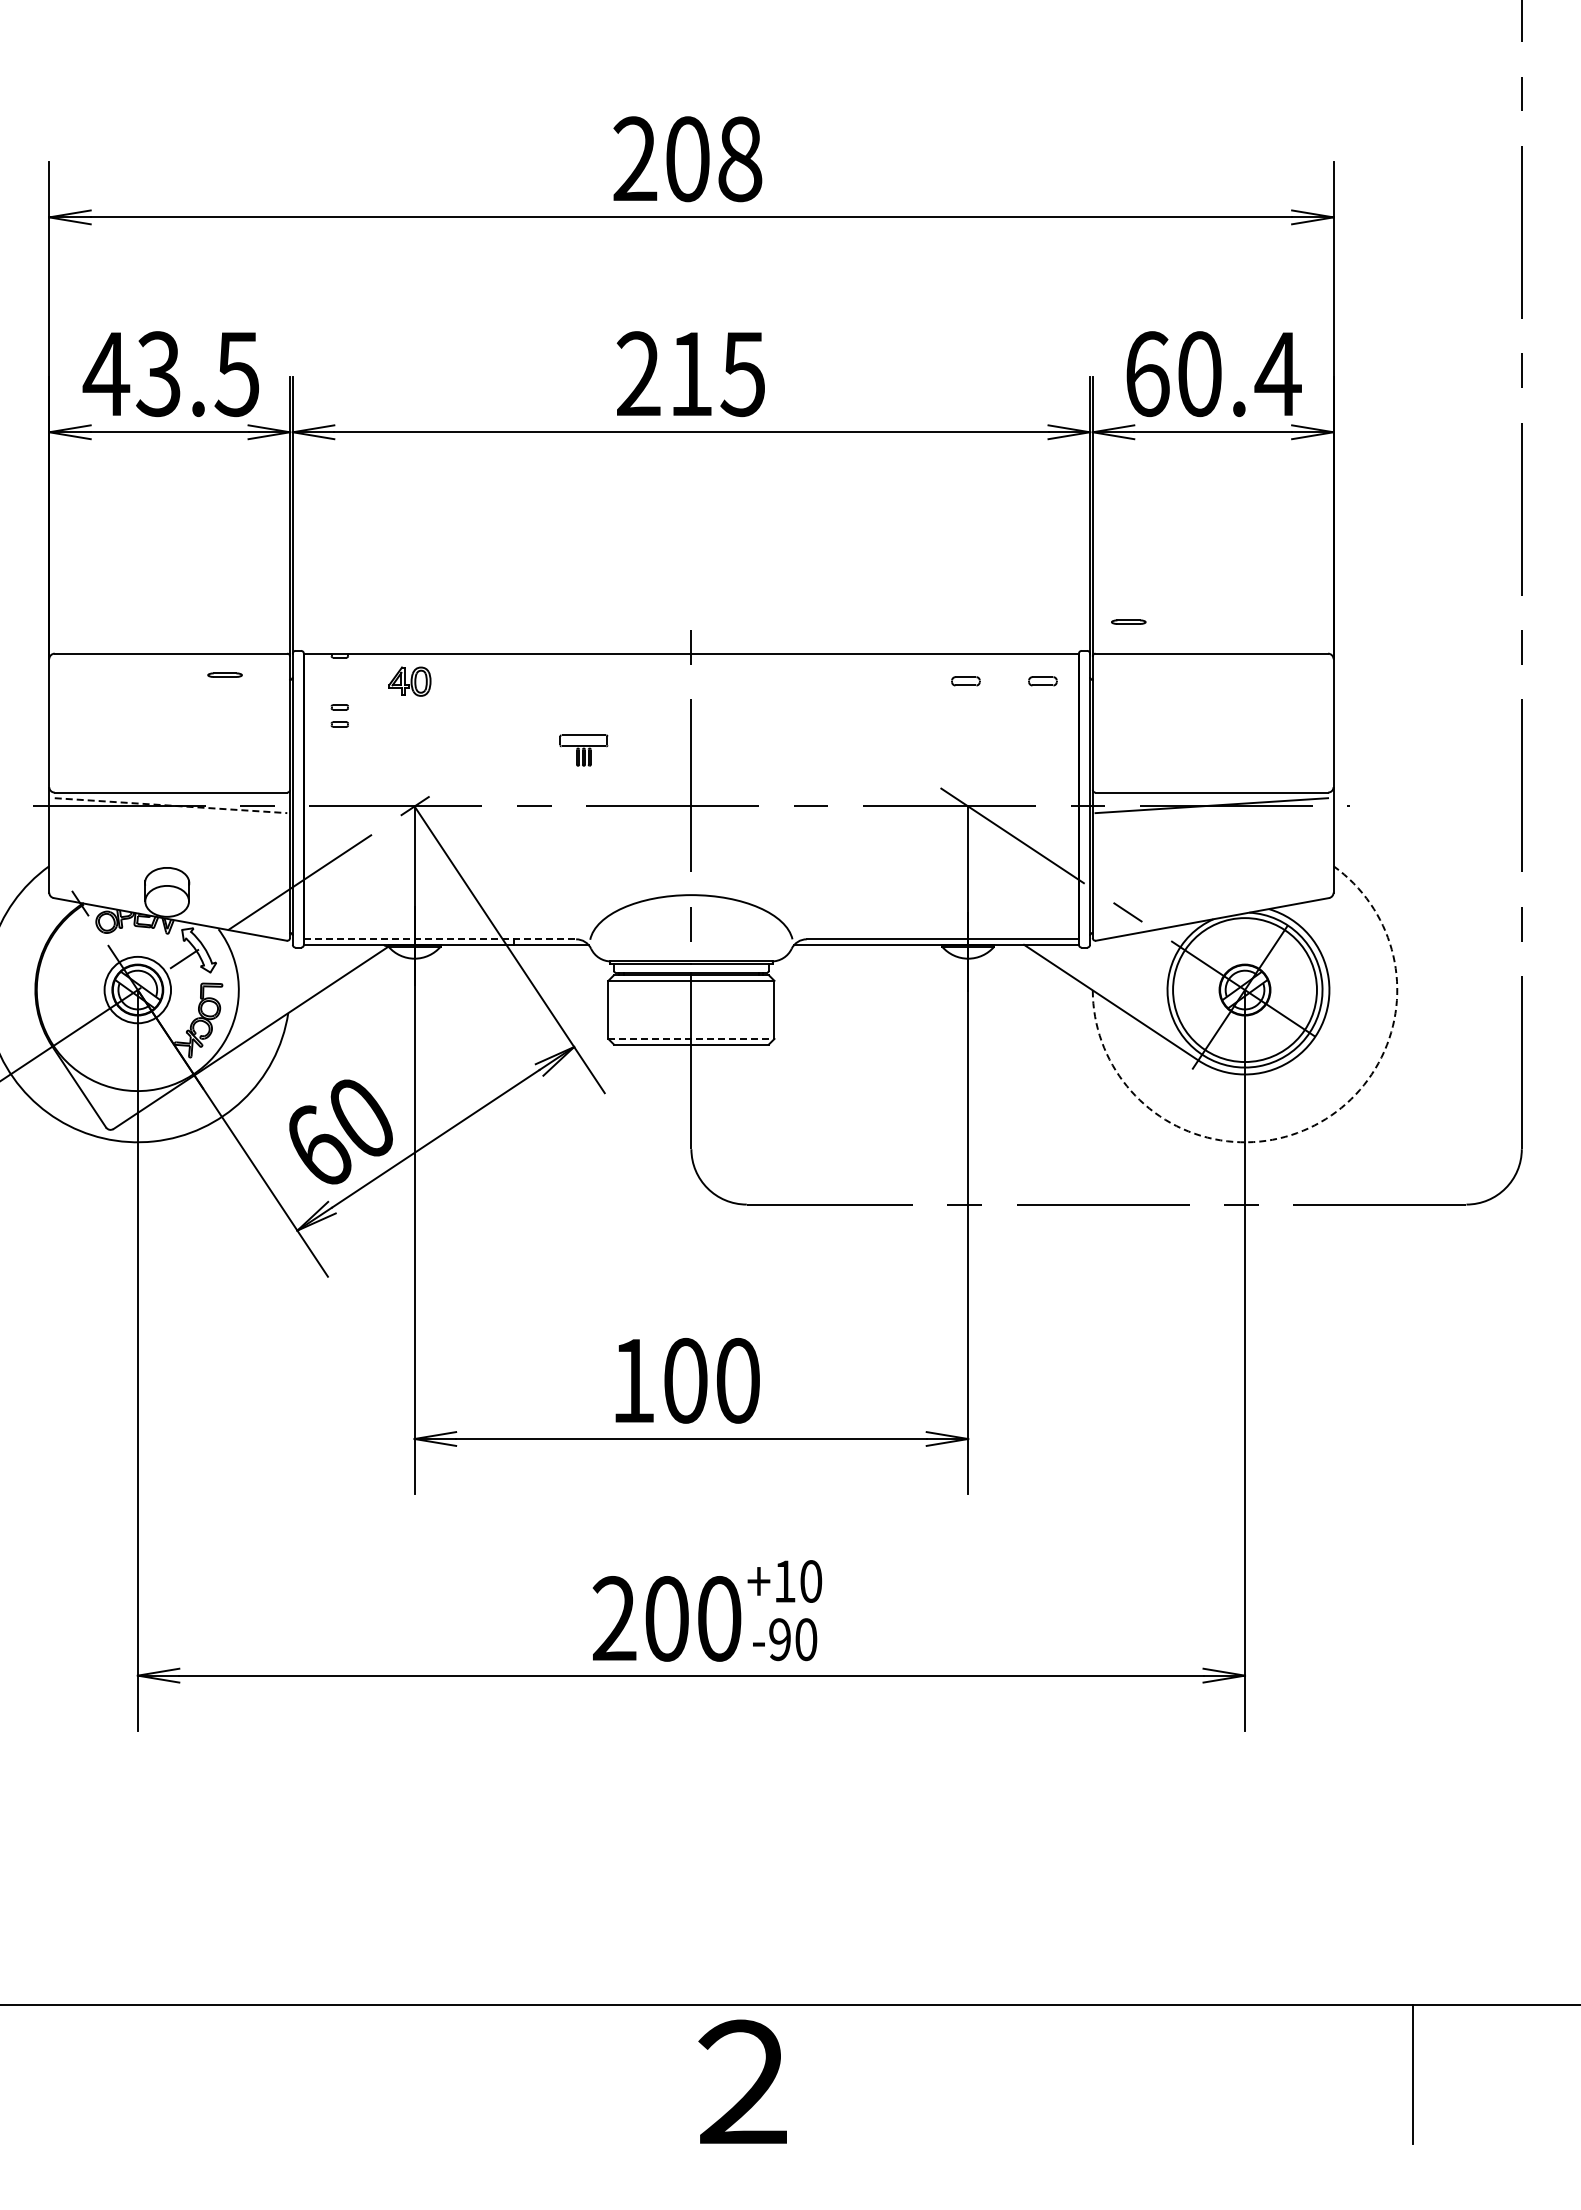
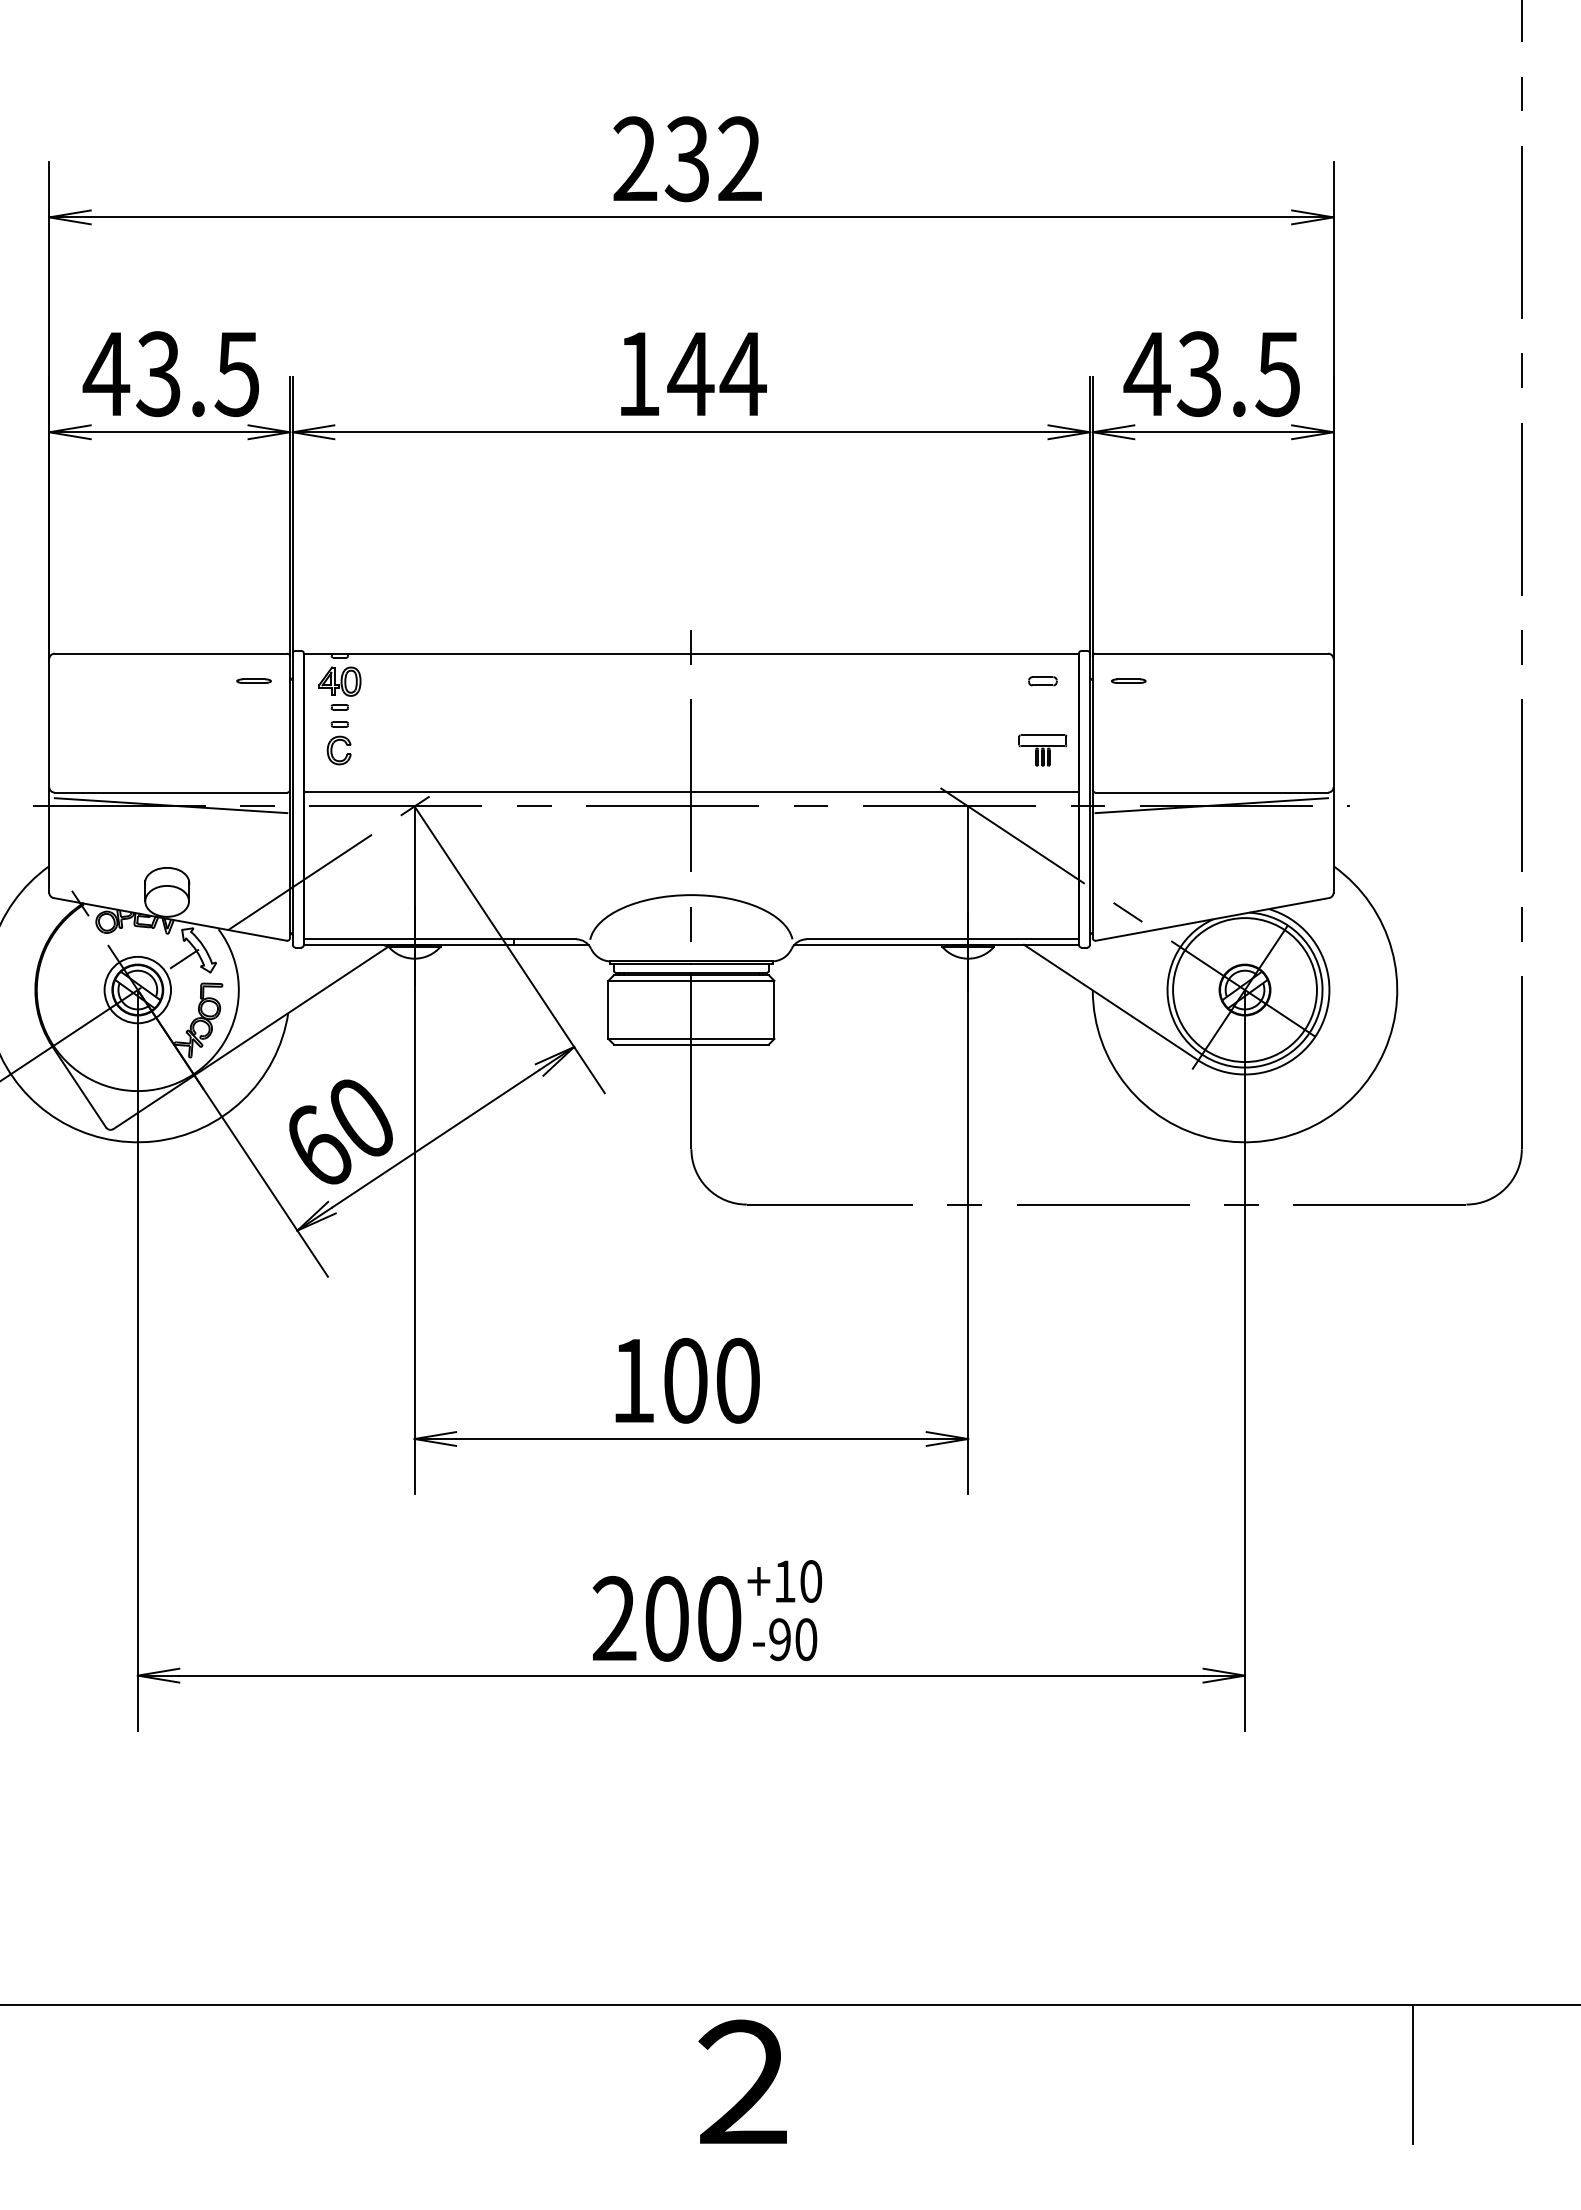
text at (713, 159): 208 -> 232
text at (691, 374): 215 -> 144
text at (1212, 374): 60.4 -> 43.5
part at (1128, 621) position: (1128, 621) -> (1128, 680)
part at (224, 674) position: (224, 674) -> (253, 680)
part at (409, 681) position: (409, 681) -> (339, 681)
part at (965, 681): present -> none
part at (338, 750): none -> present
part at (583, 750) position: (583, 750) -> (1042, 750)
line at (690, 792): none -> present
line at (171, 805): dashed -> solid
line at (440, 939): dashed -> solid
line at (691, 1038): dashed -> solid
arc at (1314, 1125): dashed -> solid
